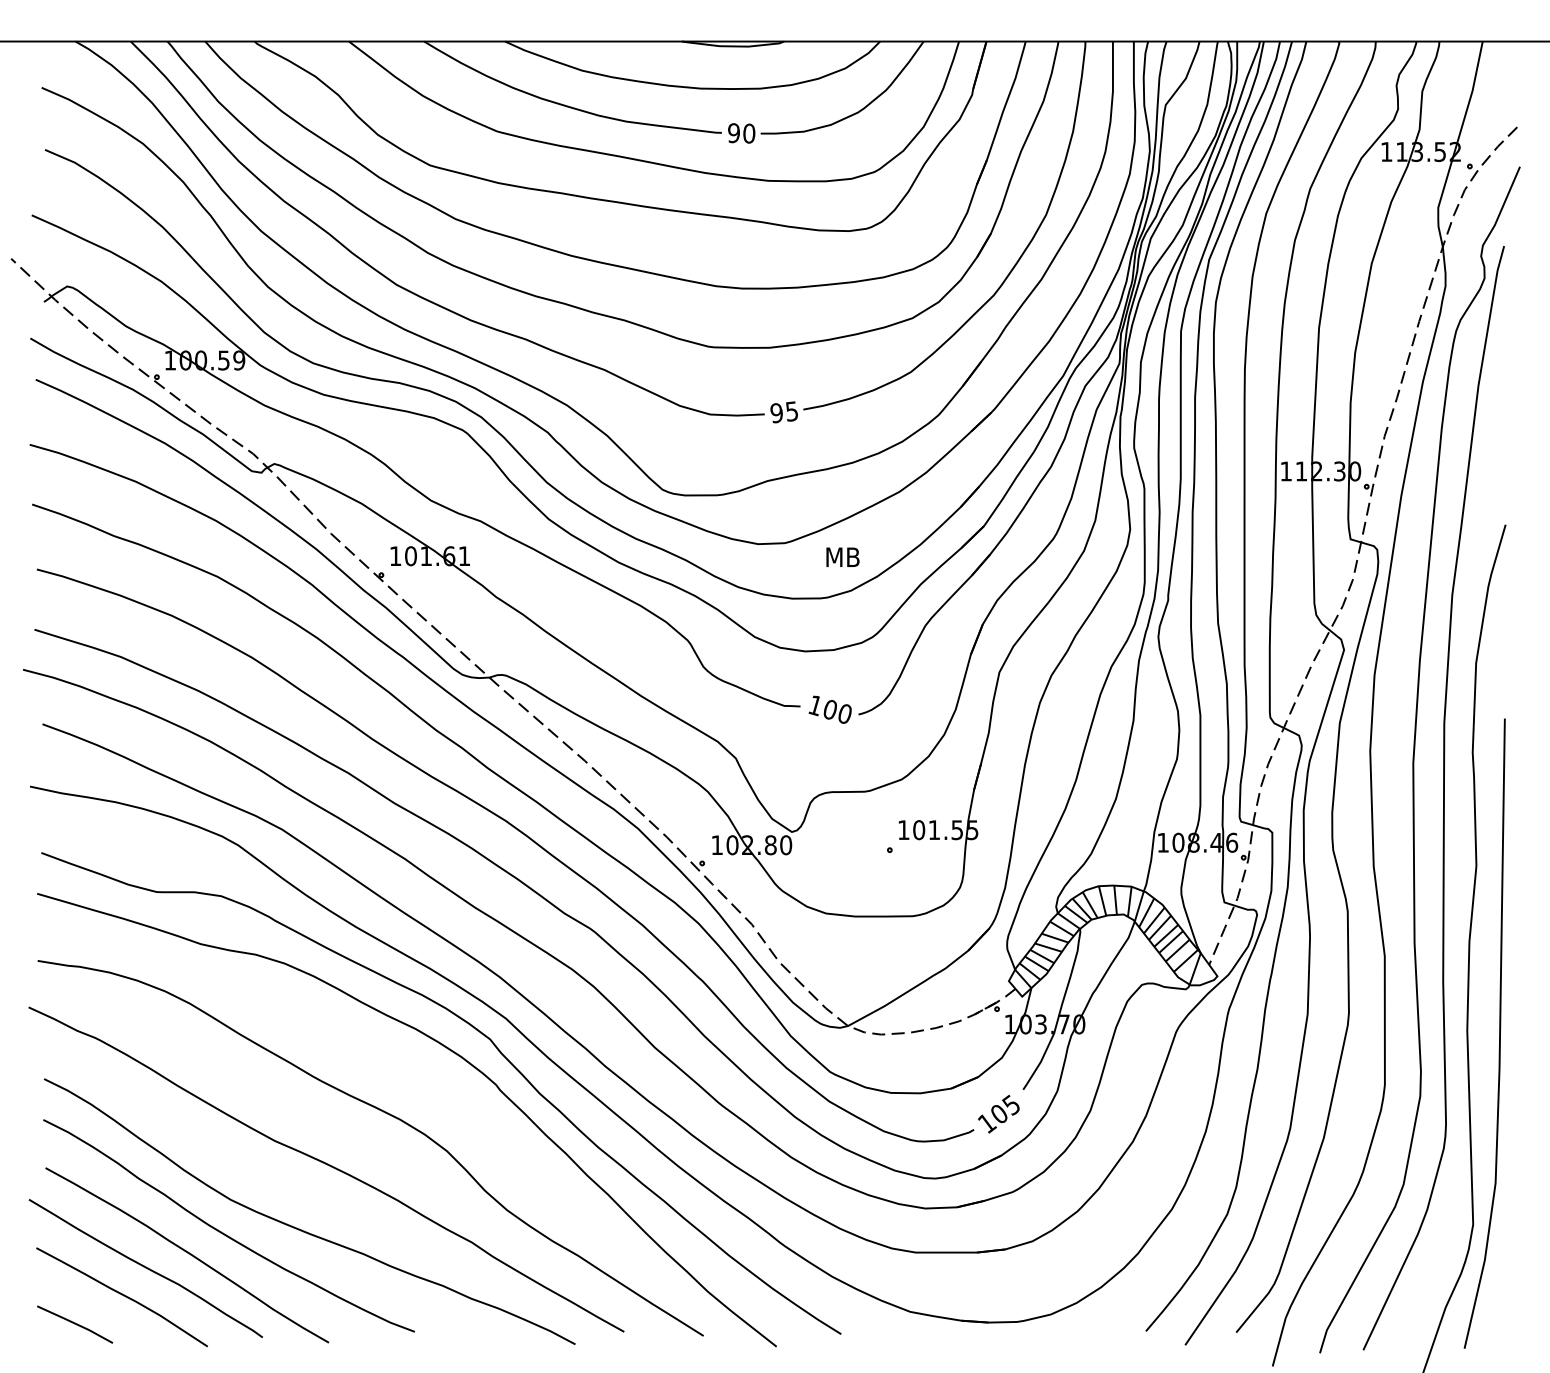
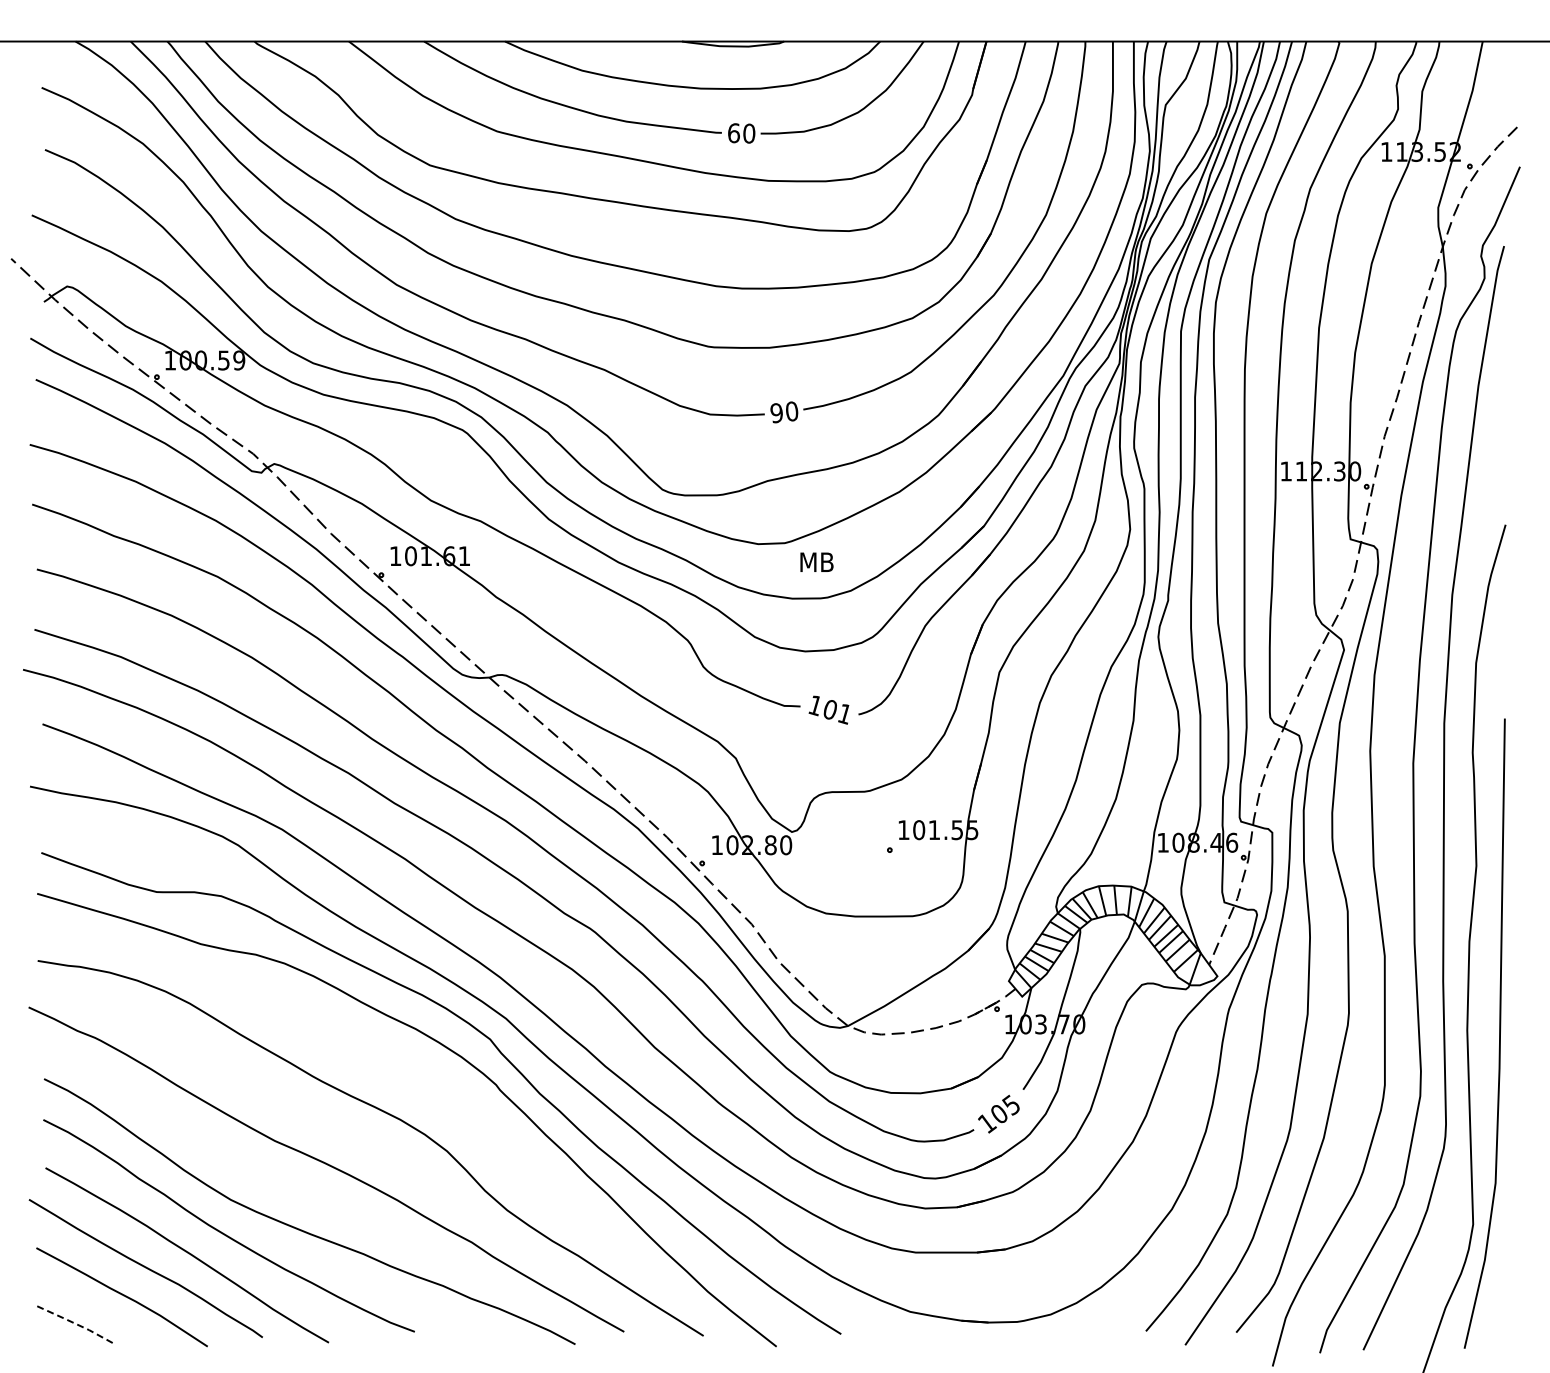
text at (733, 133): 90 -> 60
text at (792, 411): 95 -> 90
text at (842, 556) position: (842, 556) -> (816, 561)
text at (844, 714): 100 -> 101
line at (76, 1323): solid -> dashed
